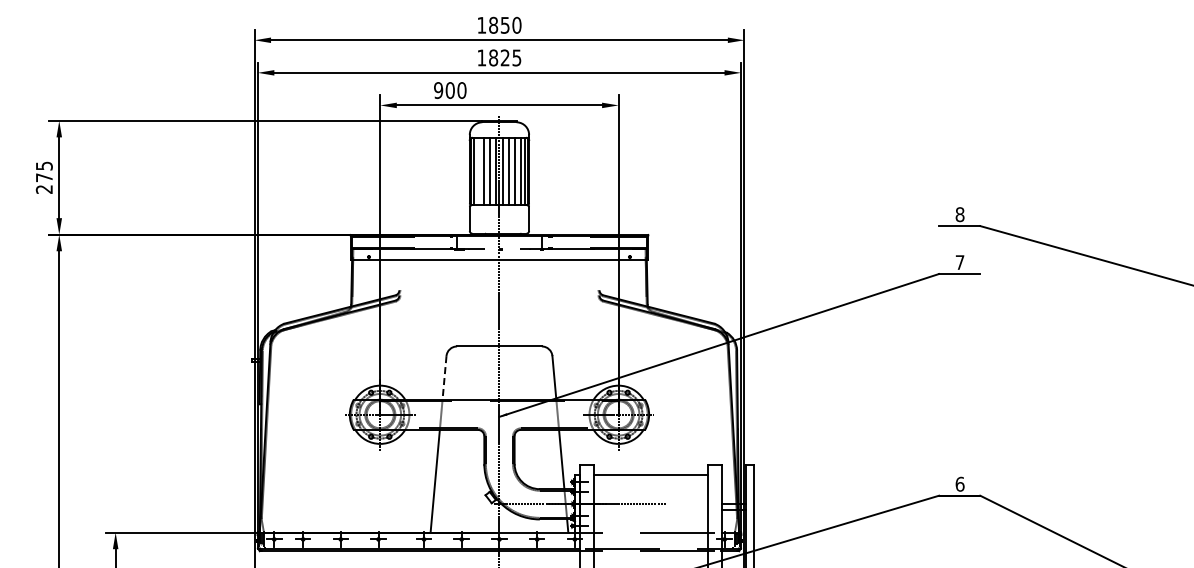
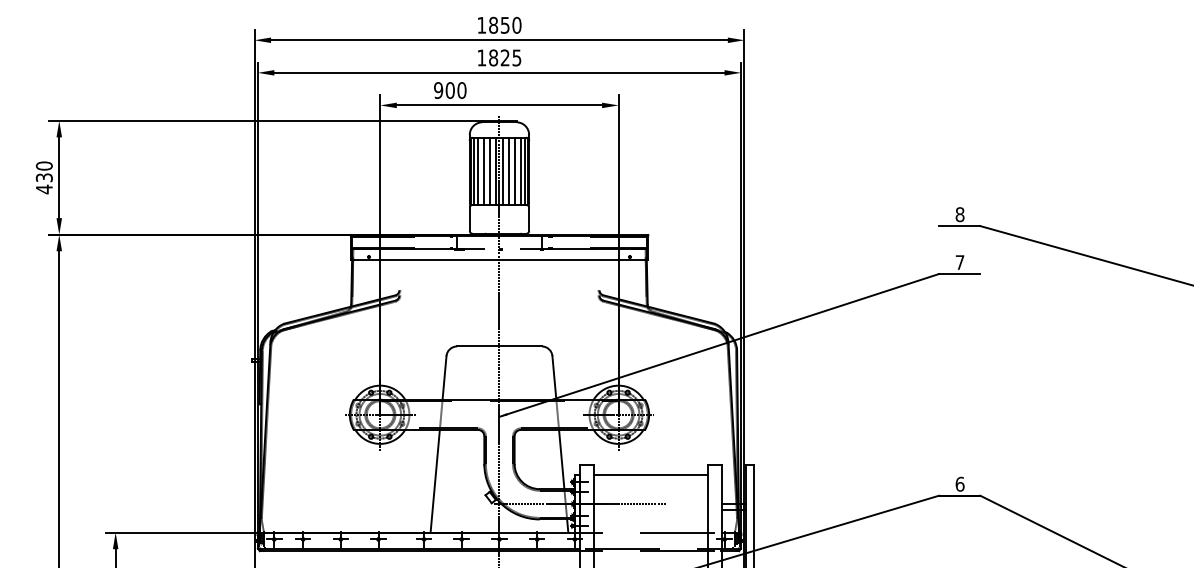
line at (478, 171): none -> present
text at (43, 177): 275 -> 430
line at (444, 377): dashed -> solid
